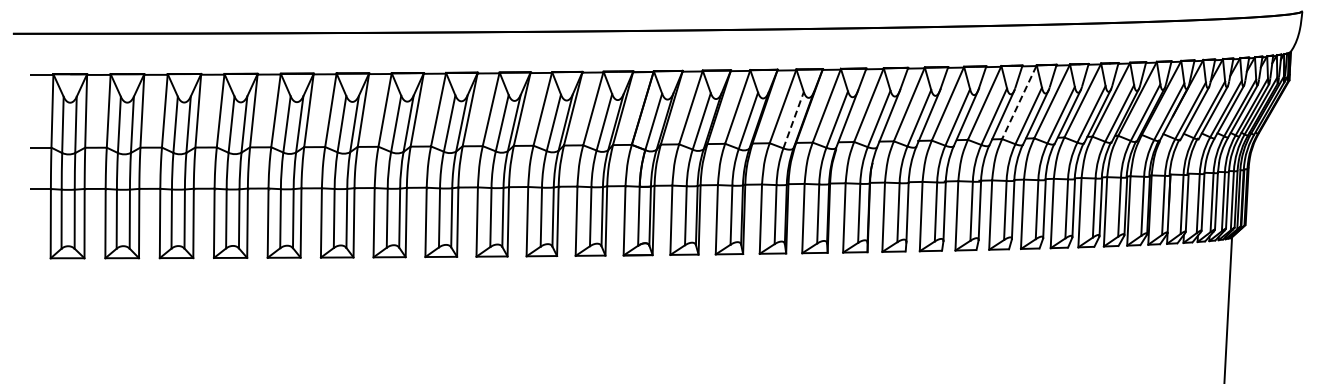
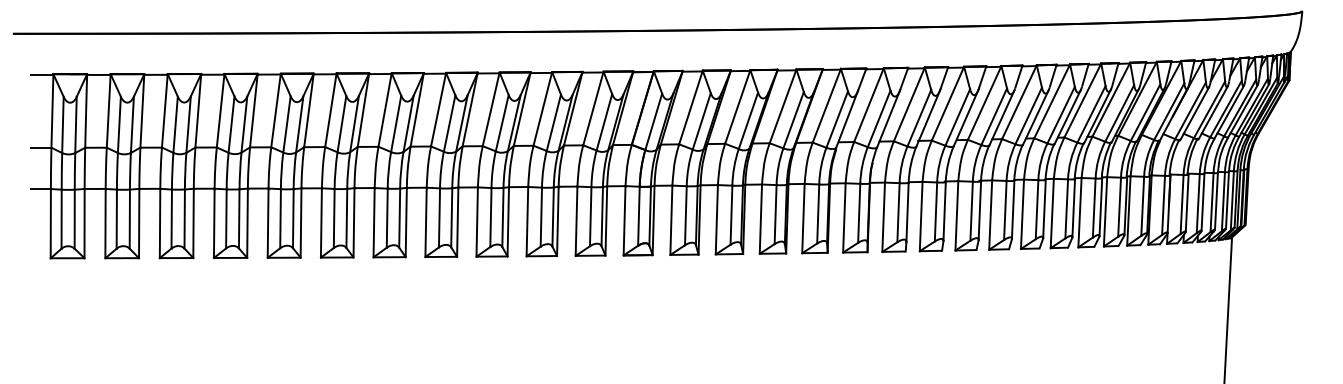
line at (1019, 103): dashed -> solid
line at (793, 120): dashed -> solid
